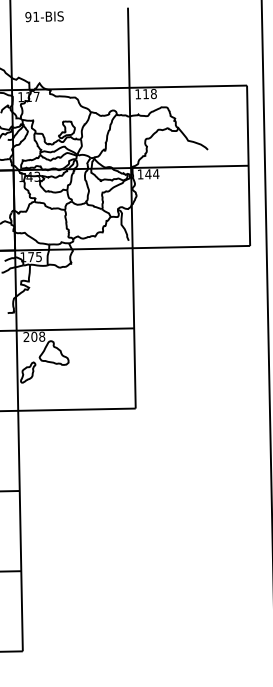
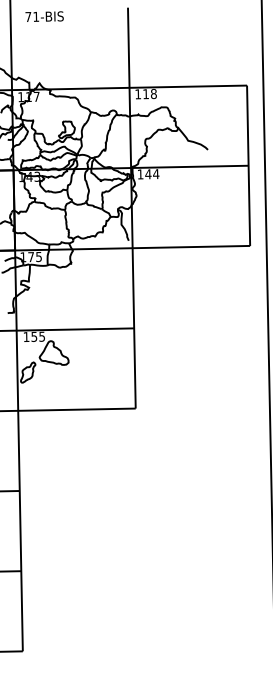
text at (28, 17): 91-BIS -> 71-BIS
text at (34, 336): 208 -> 155
